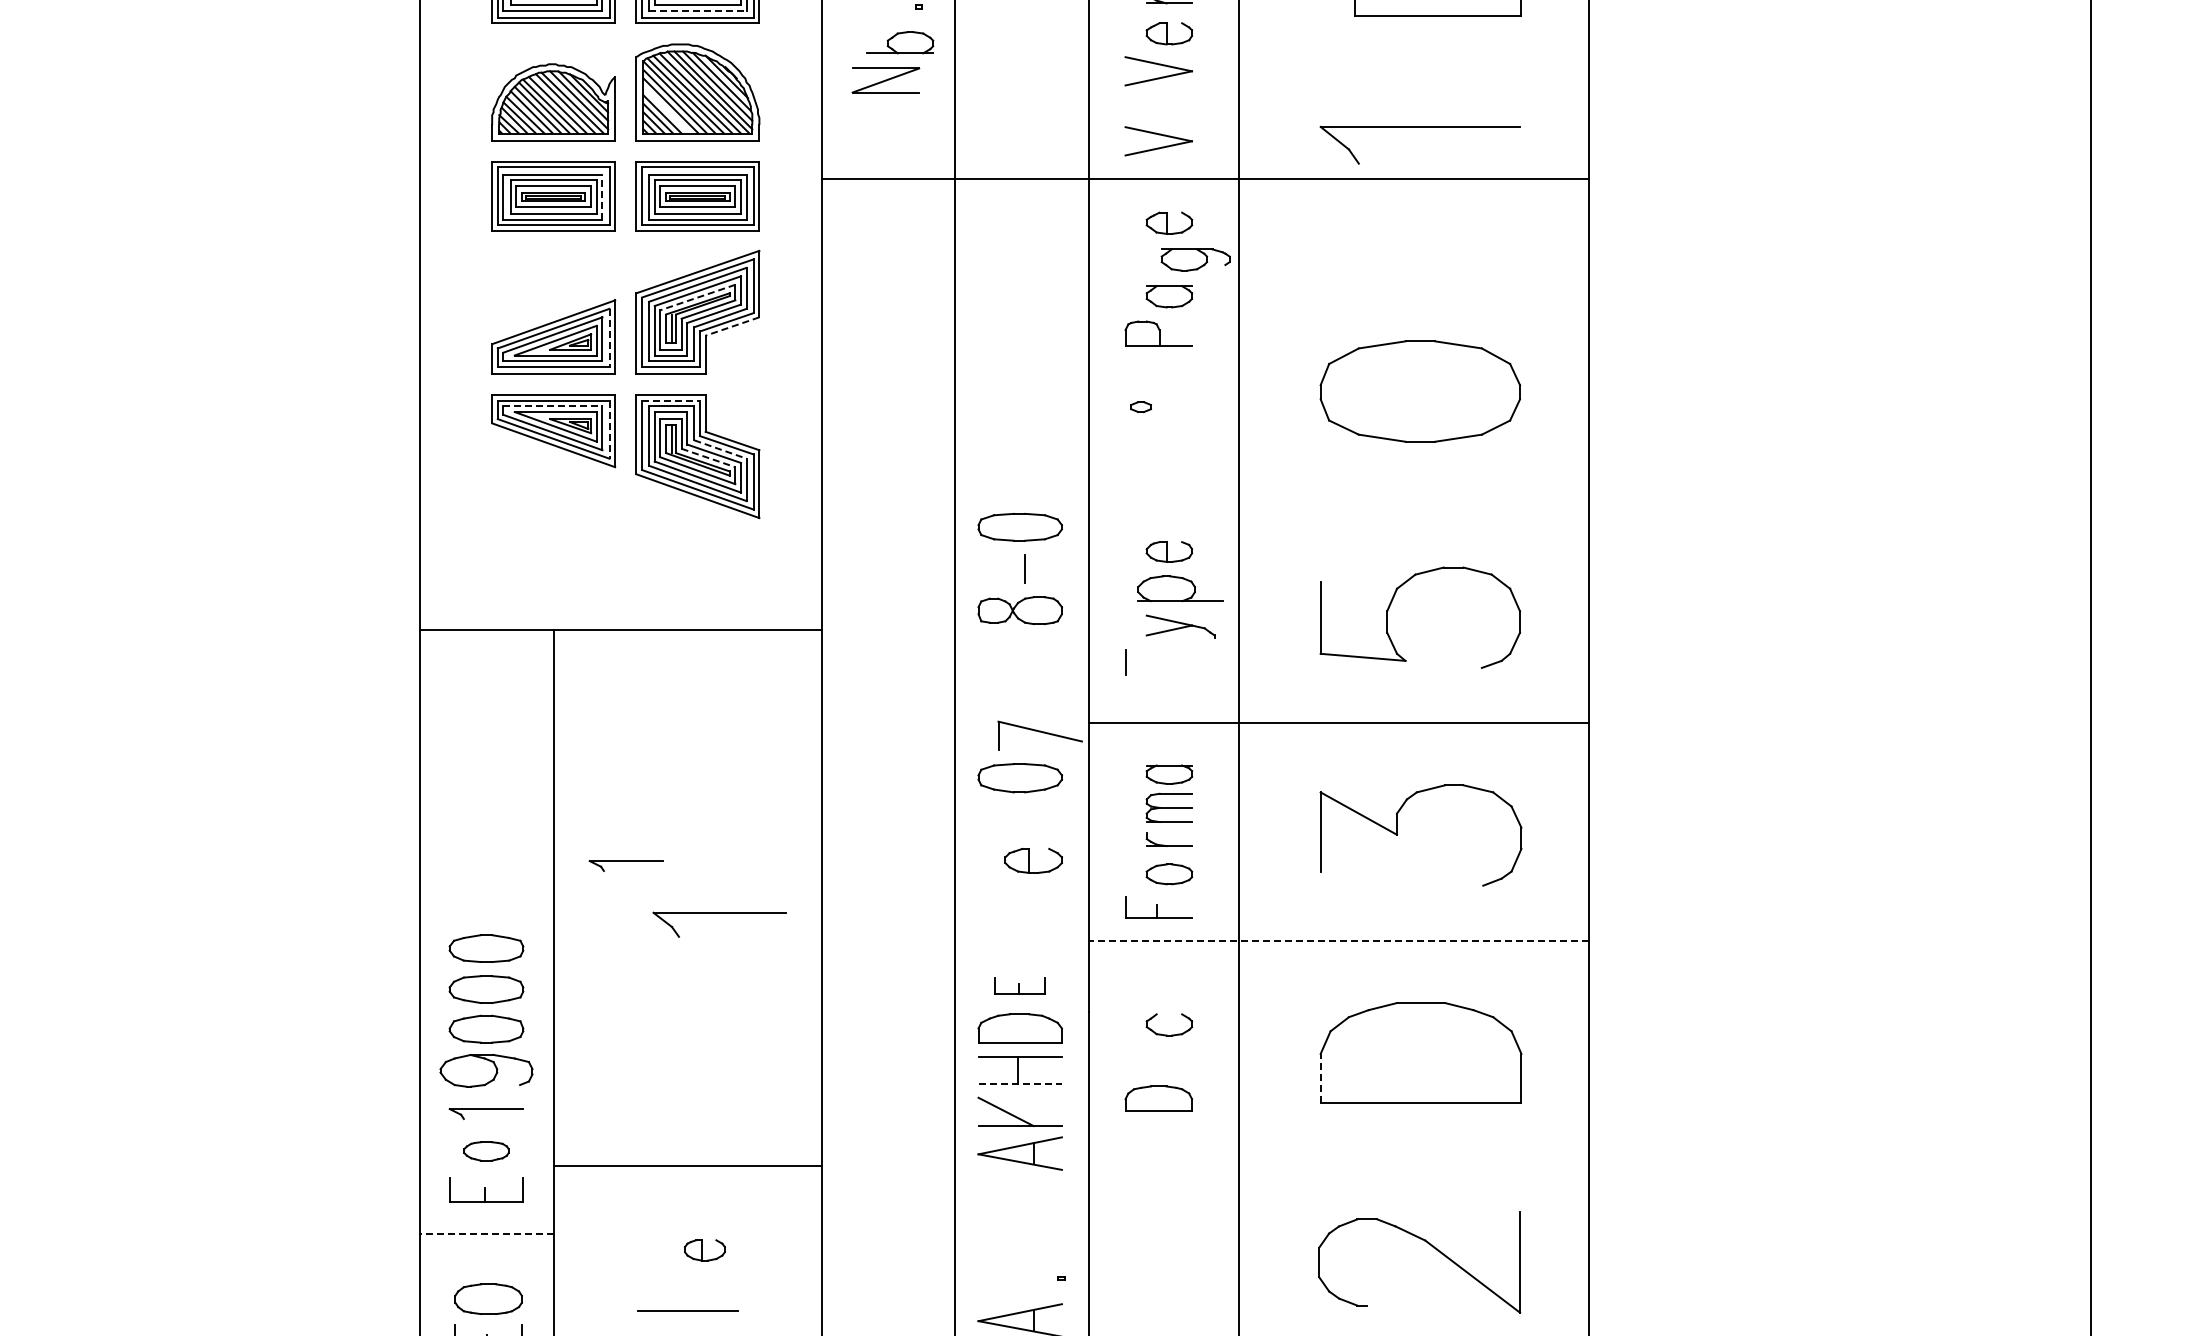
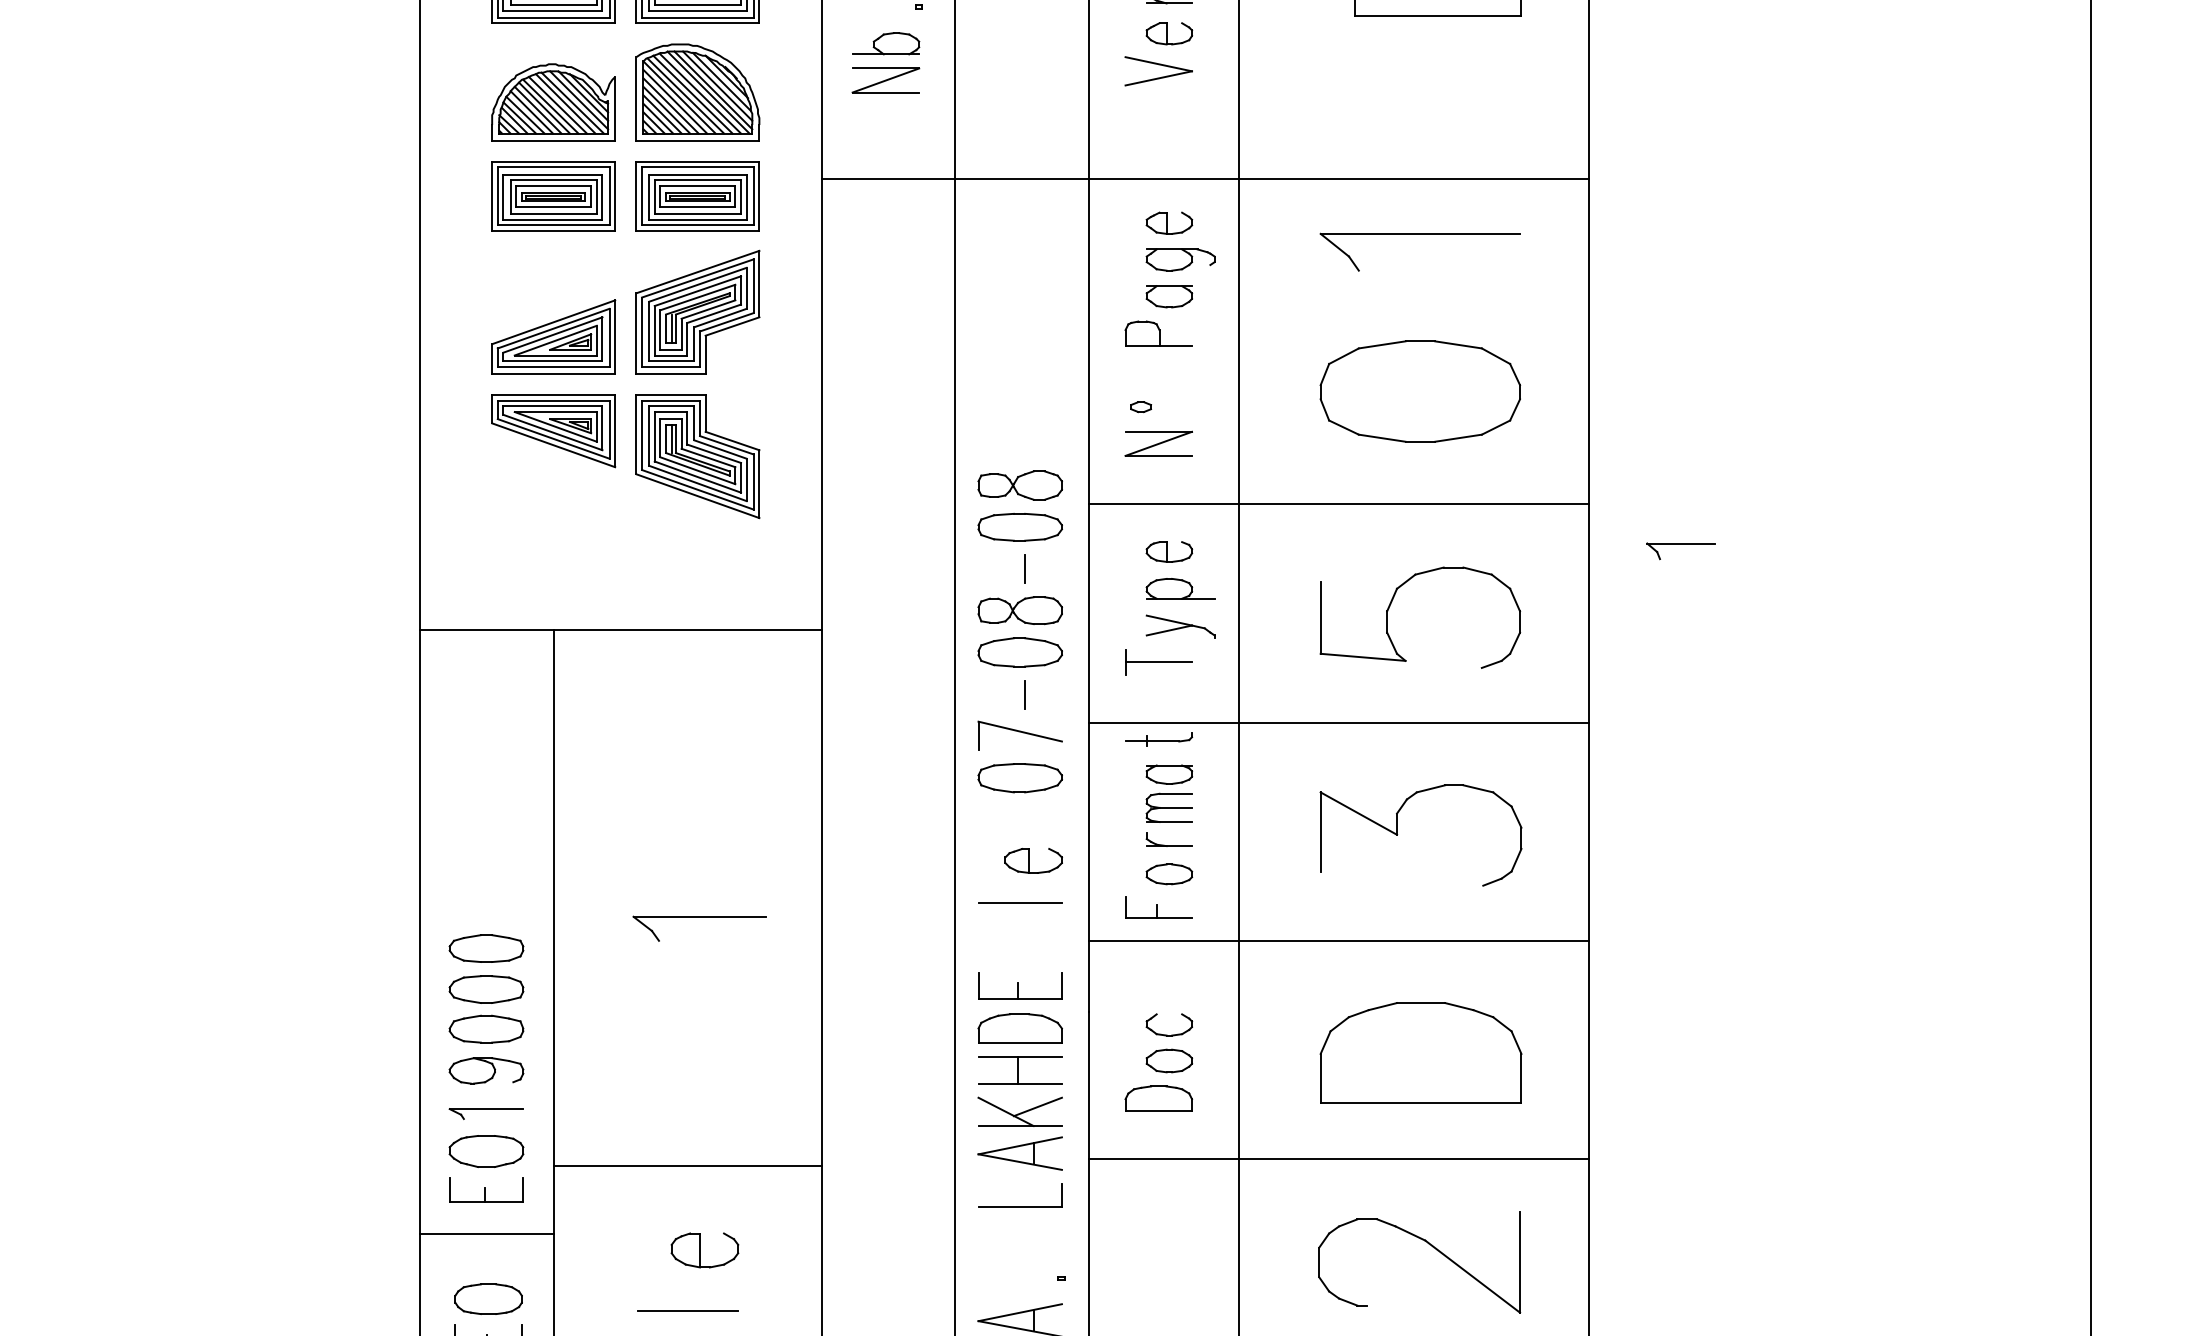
line at (697, 10): dashed -> solid
part at (900, 42) position: (900, 42) -> (886, 43)
line at (666, 109): none -> present
part at (1419, 127) position: (1419, 127) -> (1419, 234)
part at (1158, 141): present -> none
line at (602, 197): dashed -> solid
part at (1195, 259) position: (1195, 259) -> (1180, 259)
line at (697, 297): dashed -> solid
line at (732, 326): dashed -> solid
line at (609, 337): dashed -> solid
line at (671, 400): dashed -> solid
line at (553, 406): dashed -> solid
line at (609, 429): dashed -> solid
part at (1158, 443): none -> present
line at (720, 449): dashed -> solid
line at (708, 458): dashed -> solid
part at (1019, 485): none -> present
line at (1338, 503): none -> present
part at (1680, 544): none -> present
part at (1180, 588) size: 87x28 px -> 71x22 px
part at (1019, 652): none -> present
line at (1158, 662): none -> present
line at (1025, 694): none -> present
part at (1039, 735) position: (1039, 735) -> (1019, 735)
part at (1159, 739): none -> present
part at (625, 865): present -> none
line at (1020, 902): none -> present
part at (719, 913) position: (719, 913) -> (699, 917)
line at (1338, 940): dashed -> solid
part at (1019, 985) size: 52x18 px -> 85x28 px
part at (1169, 1060): none -> present
part at (486, 1070) size: 95x34 px -> 77x28 px
line at (1320, 1078): dashed -> solid
line at (1020, 1083): dashed -> solid
line at (1037, 1106): none -> present
part at (486, 1151) size: 47x21 px -> 77x33 px
line at (1338, 1158): none -> present
part at (1020, 1206): none -> present
line at (486, 1233): dashed -> solid
part at (704, 1250) size: 42x23 px -> 70x37 px
